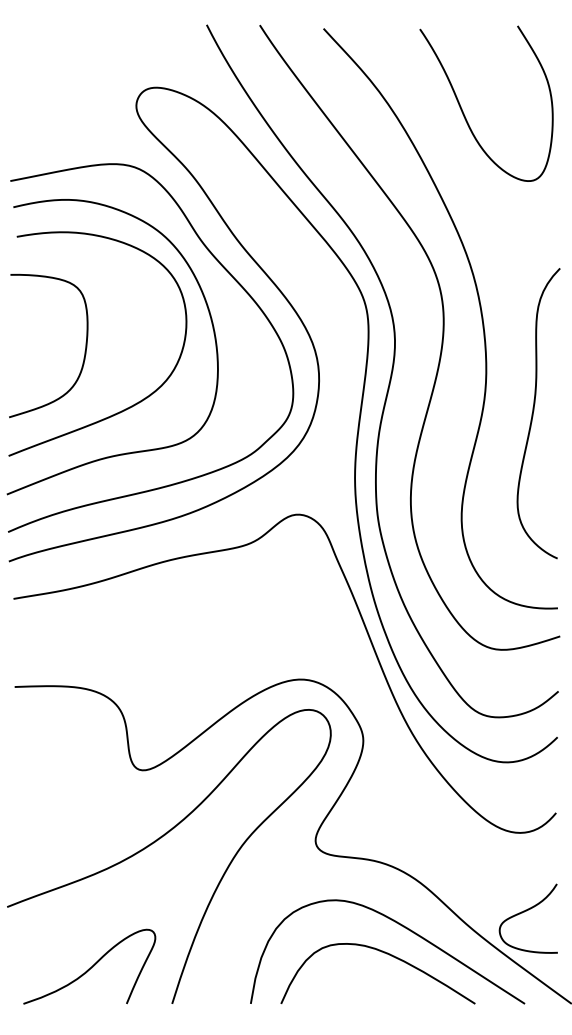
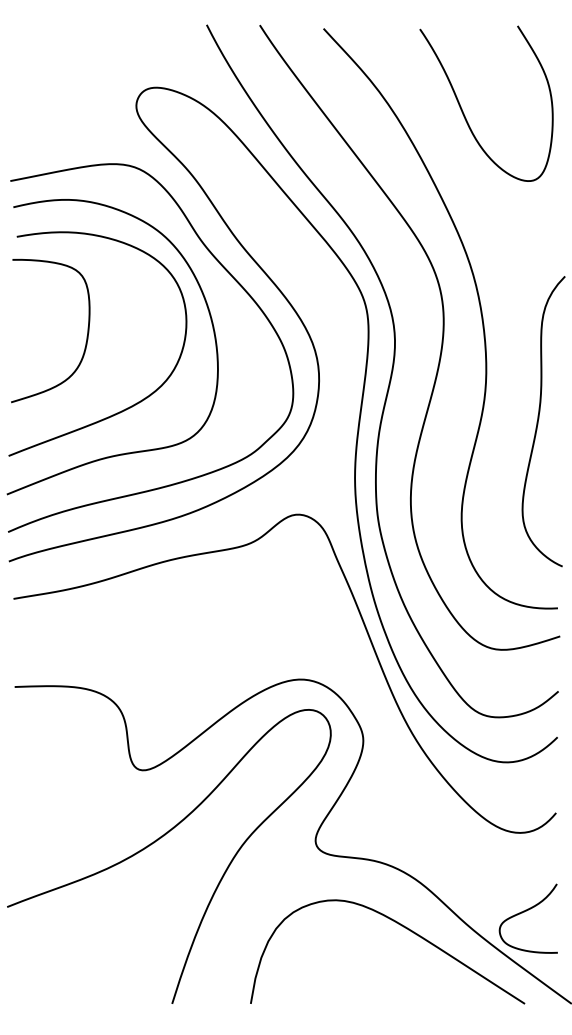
curve at (84, 351) position: (84, 351) -> (86, 336)
curve at (534, 411) position: (534, 411) -> (539, 419)
curve at (386, 954): present -> none
curve at (90, 967): present -> none
